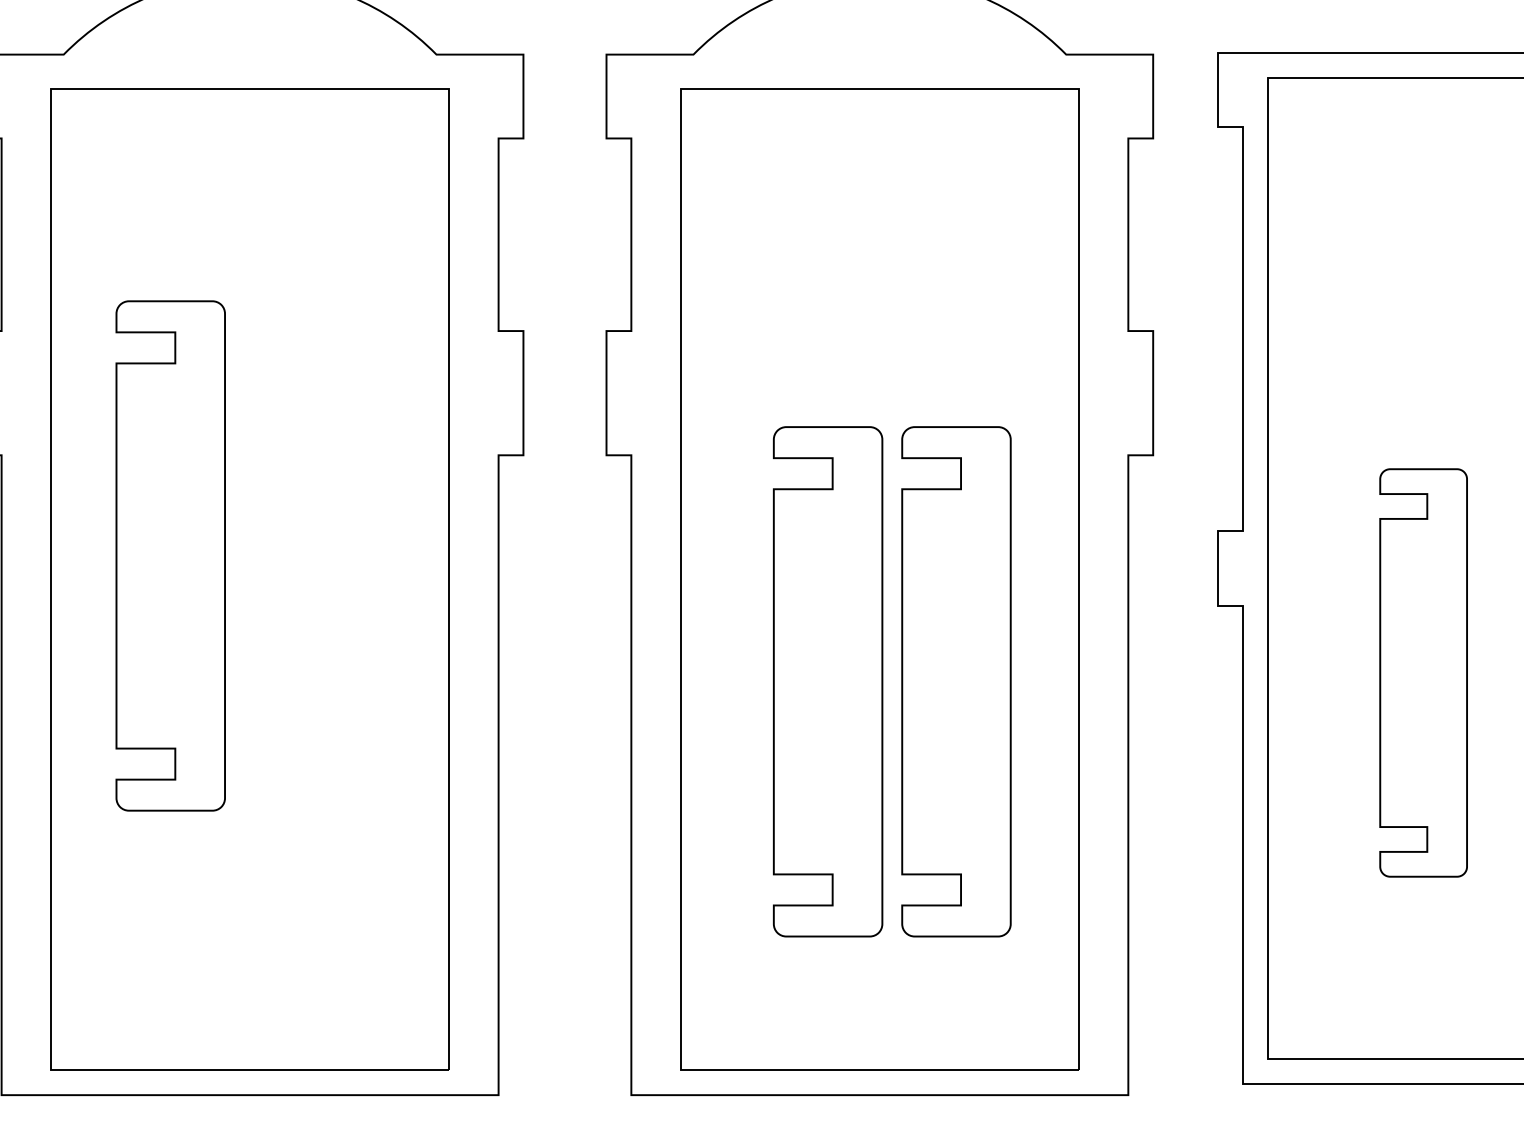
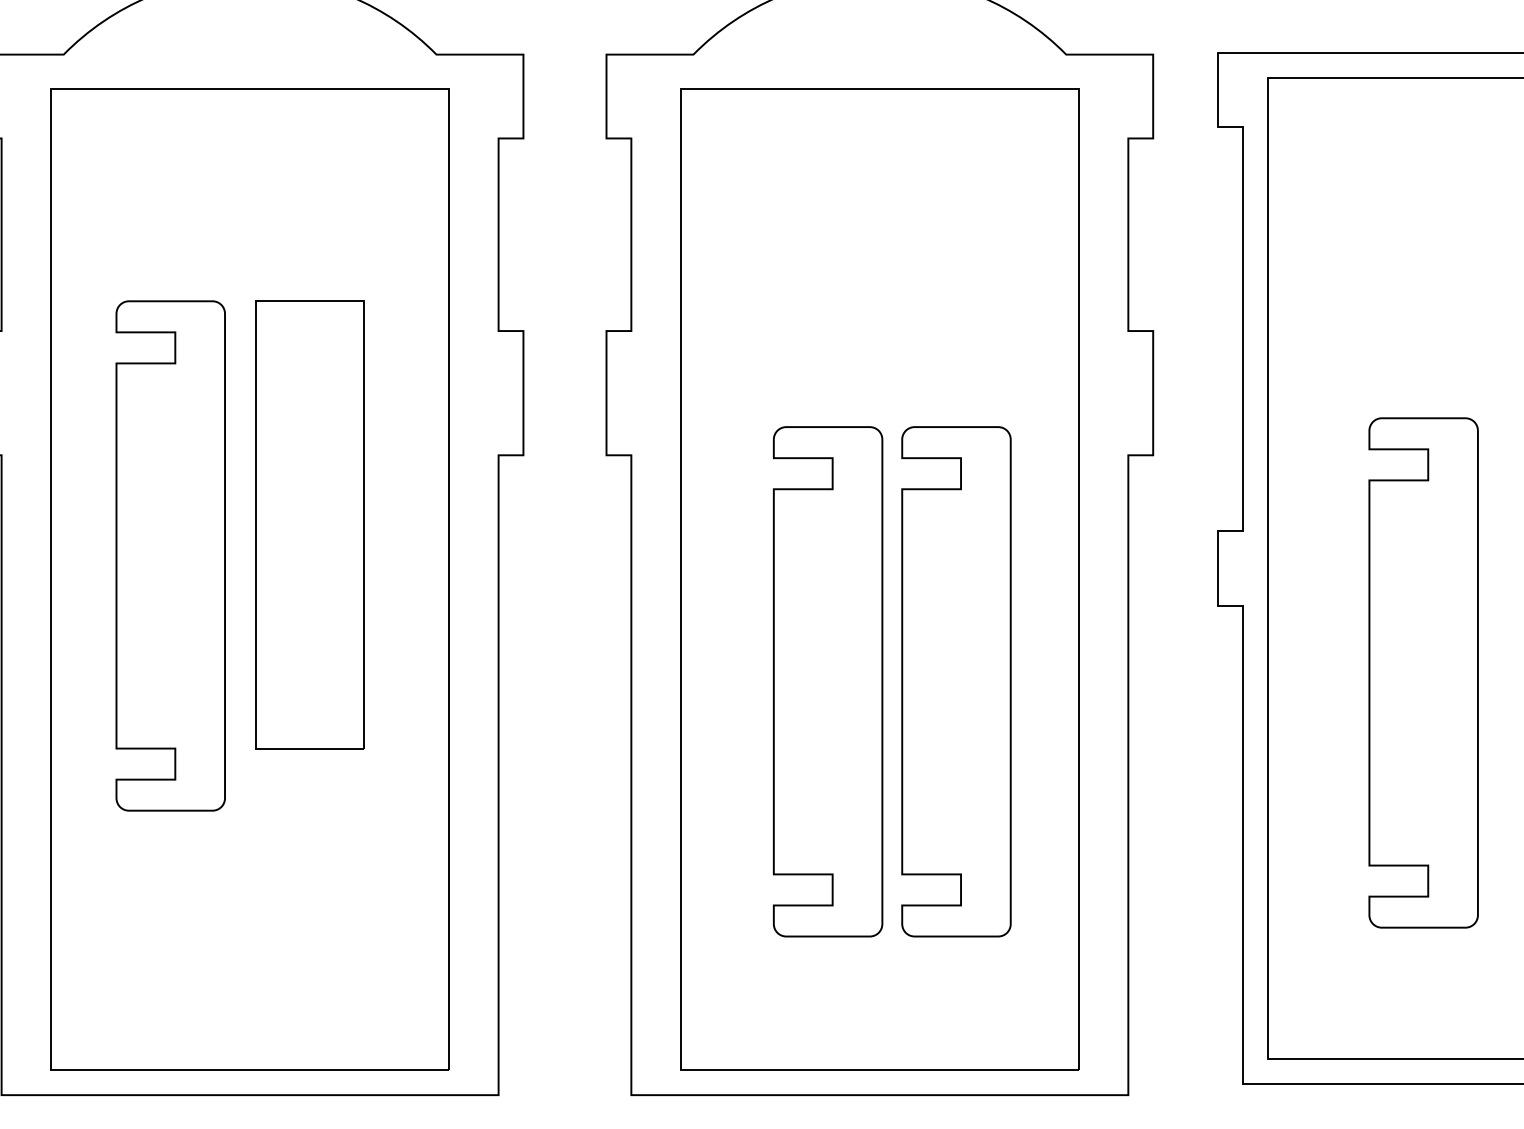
part at (309, 524): none -> present
part at (1423, 672) size: 89x410 px -> 111x512 px
